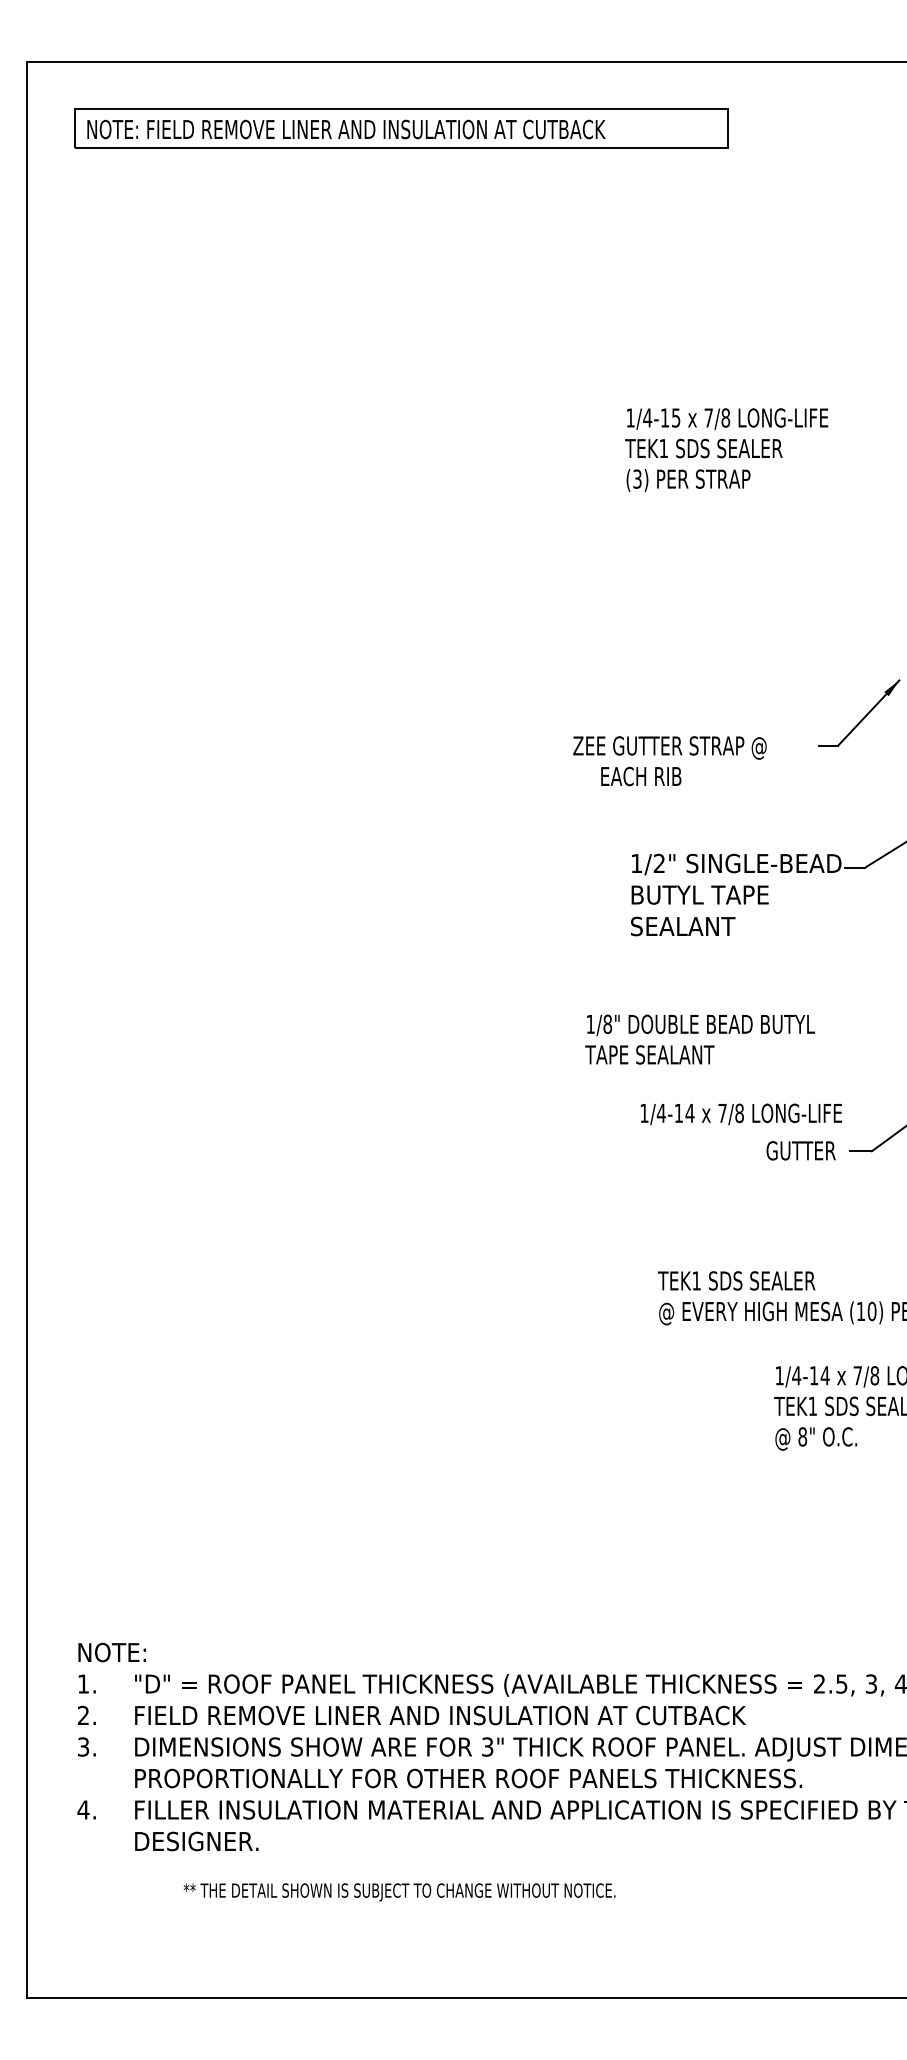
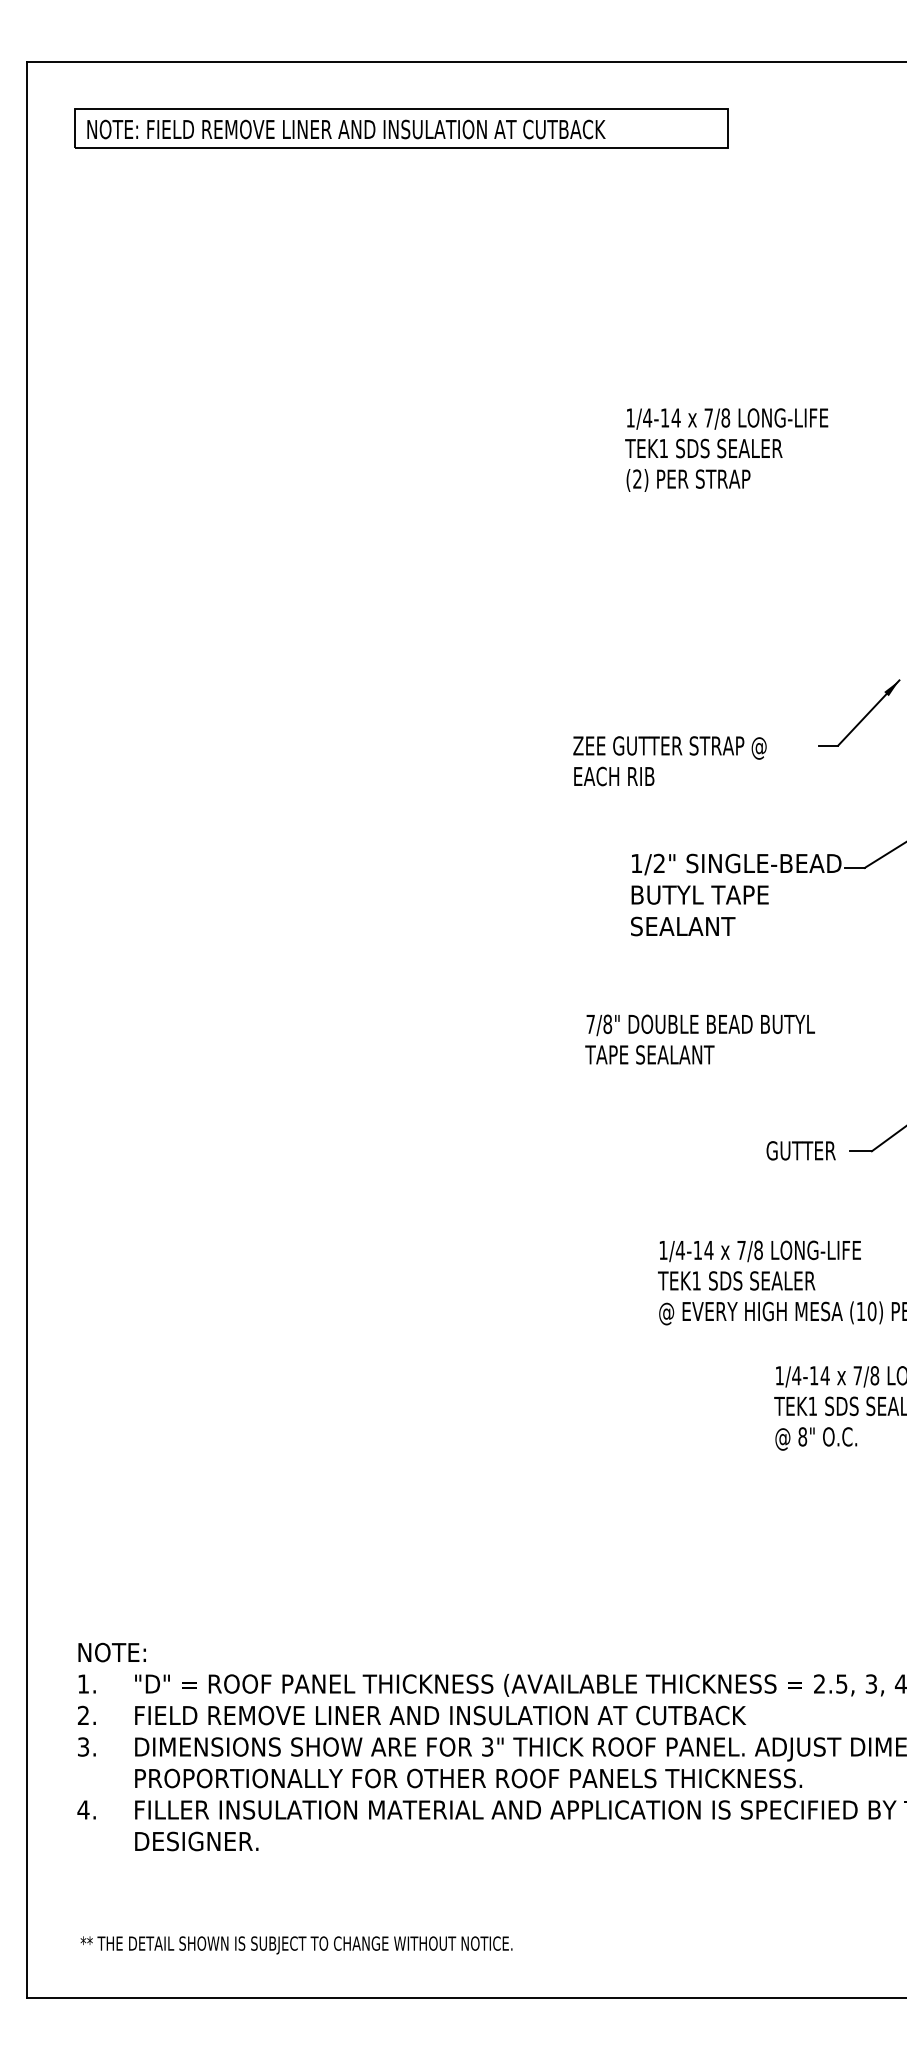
text at (675, 417): 1/4-15 -> 1/4-14
text at (637, 478): (3) -> (2)
text at (641, 776) position: (641, 776) -> (614, 776)
text at (590, 1023): 1/8" -> 7/8"
text at (740, 1114) position: (740, 1114) -> (759, 1251)
text at (399, 1892) position: (399, 1892) -> (296, 1945)
